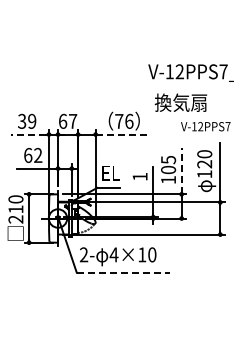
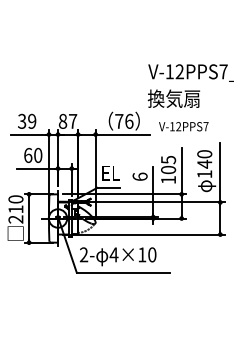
text at (180, 102) position: (180, 102) -> (173, 98)
text at (62, 120): 67 -> 87
text at (205, 126) position: (205, 126) -> (183, 126)
line at (28, 134): dashed -> solid
line at (123, 134): dashed -> solid
text at (38, 155): 62 -> 60
text at (204, 163): 120 -> 140
line at (181, 171): dashed -> solid
text at (139, 176): 1 -> 6
line at (123, 272): dashed -> solid
